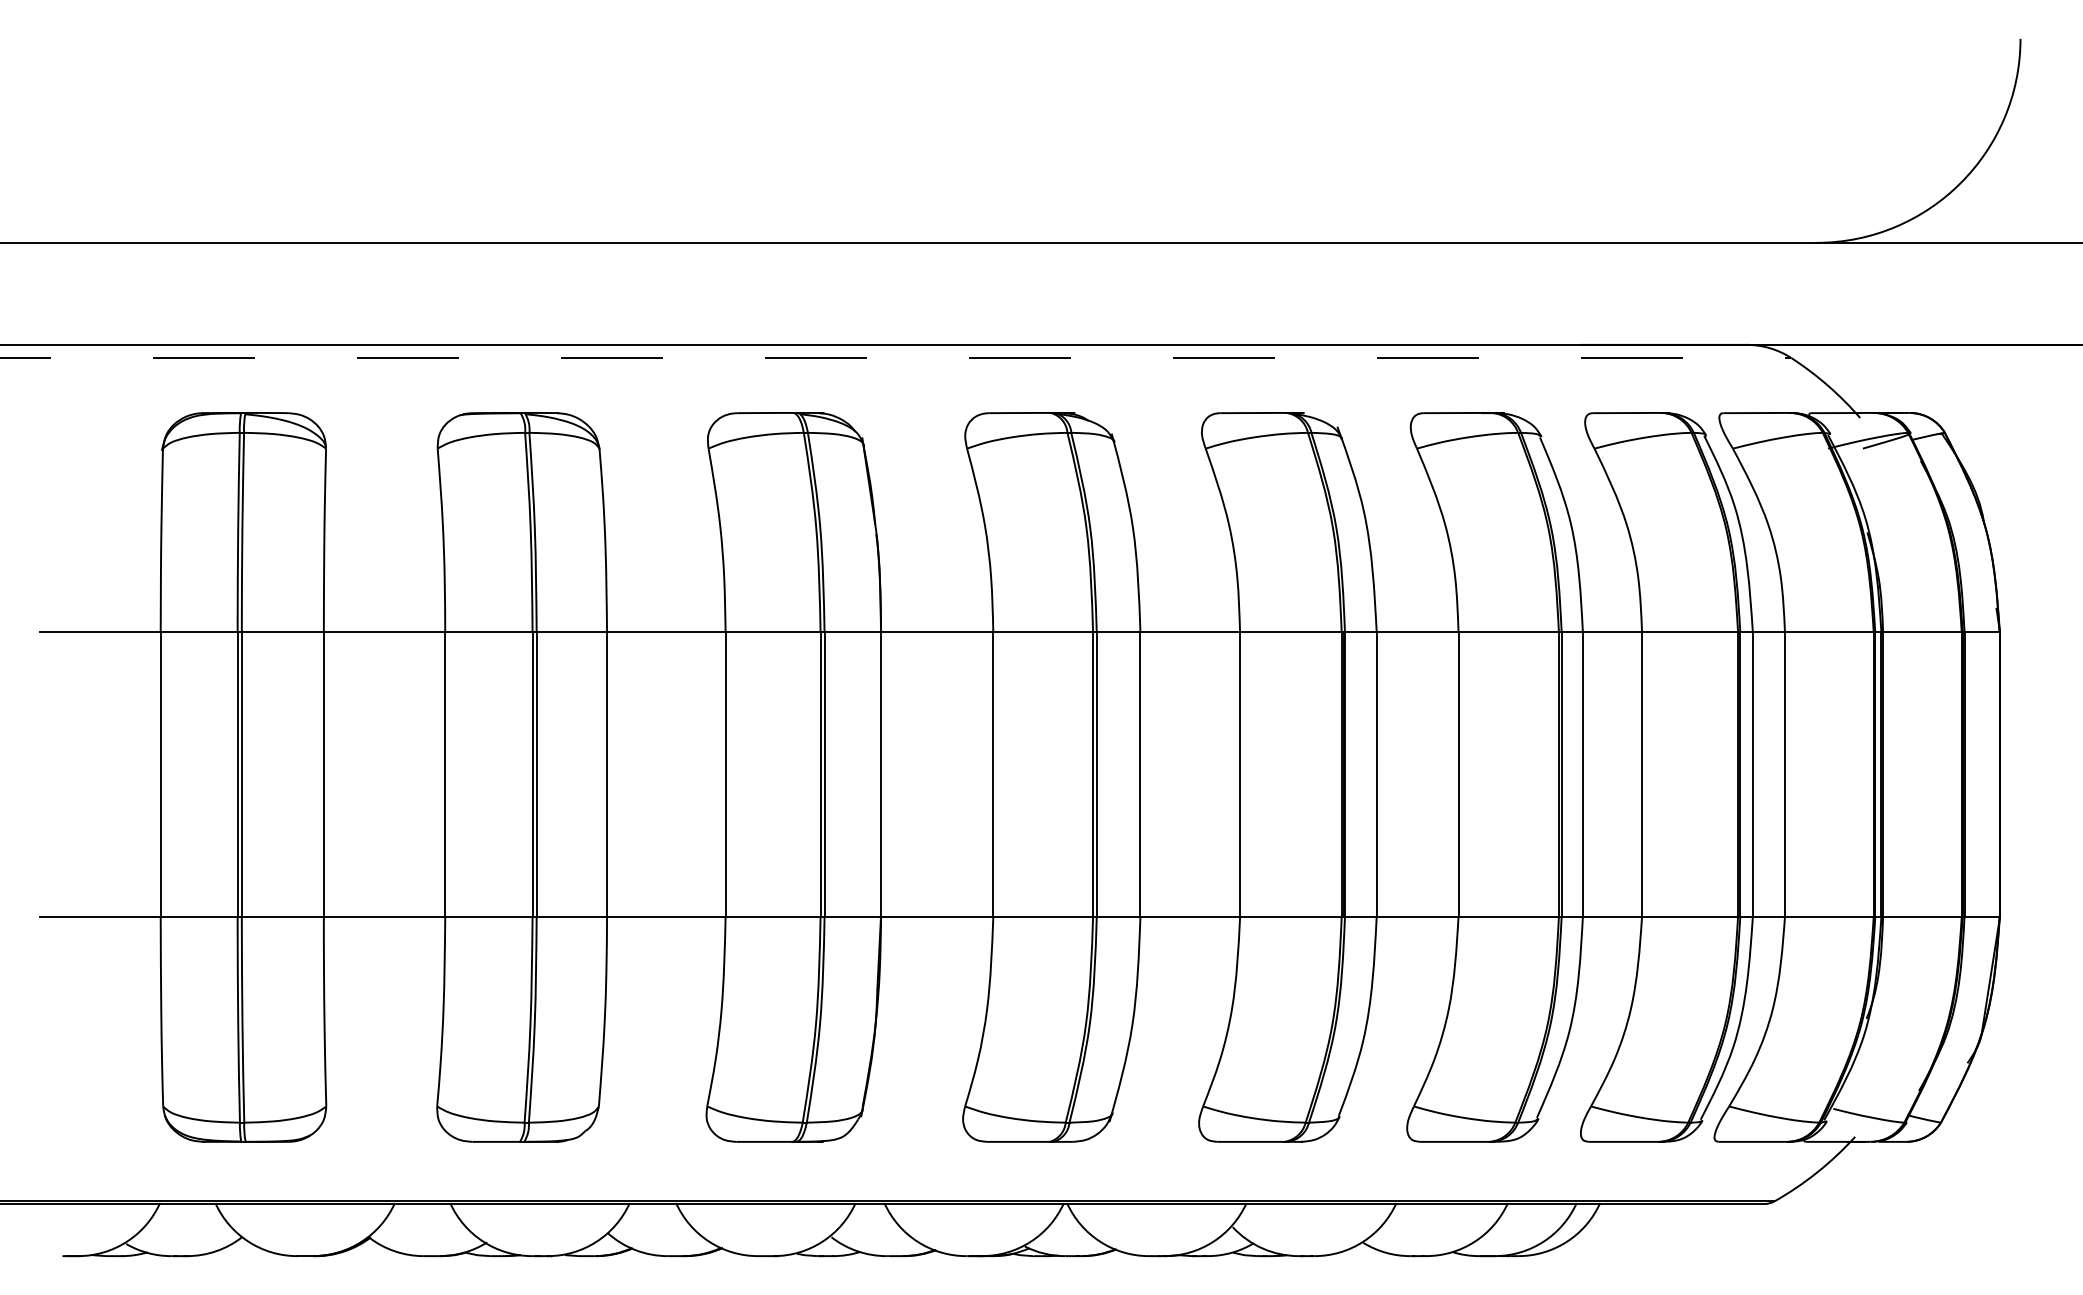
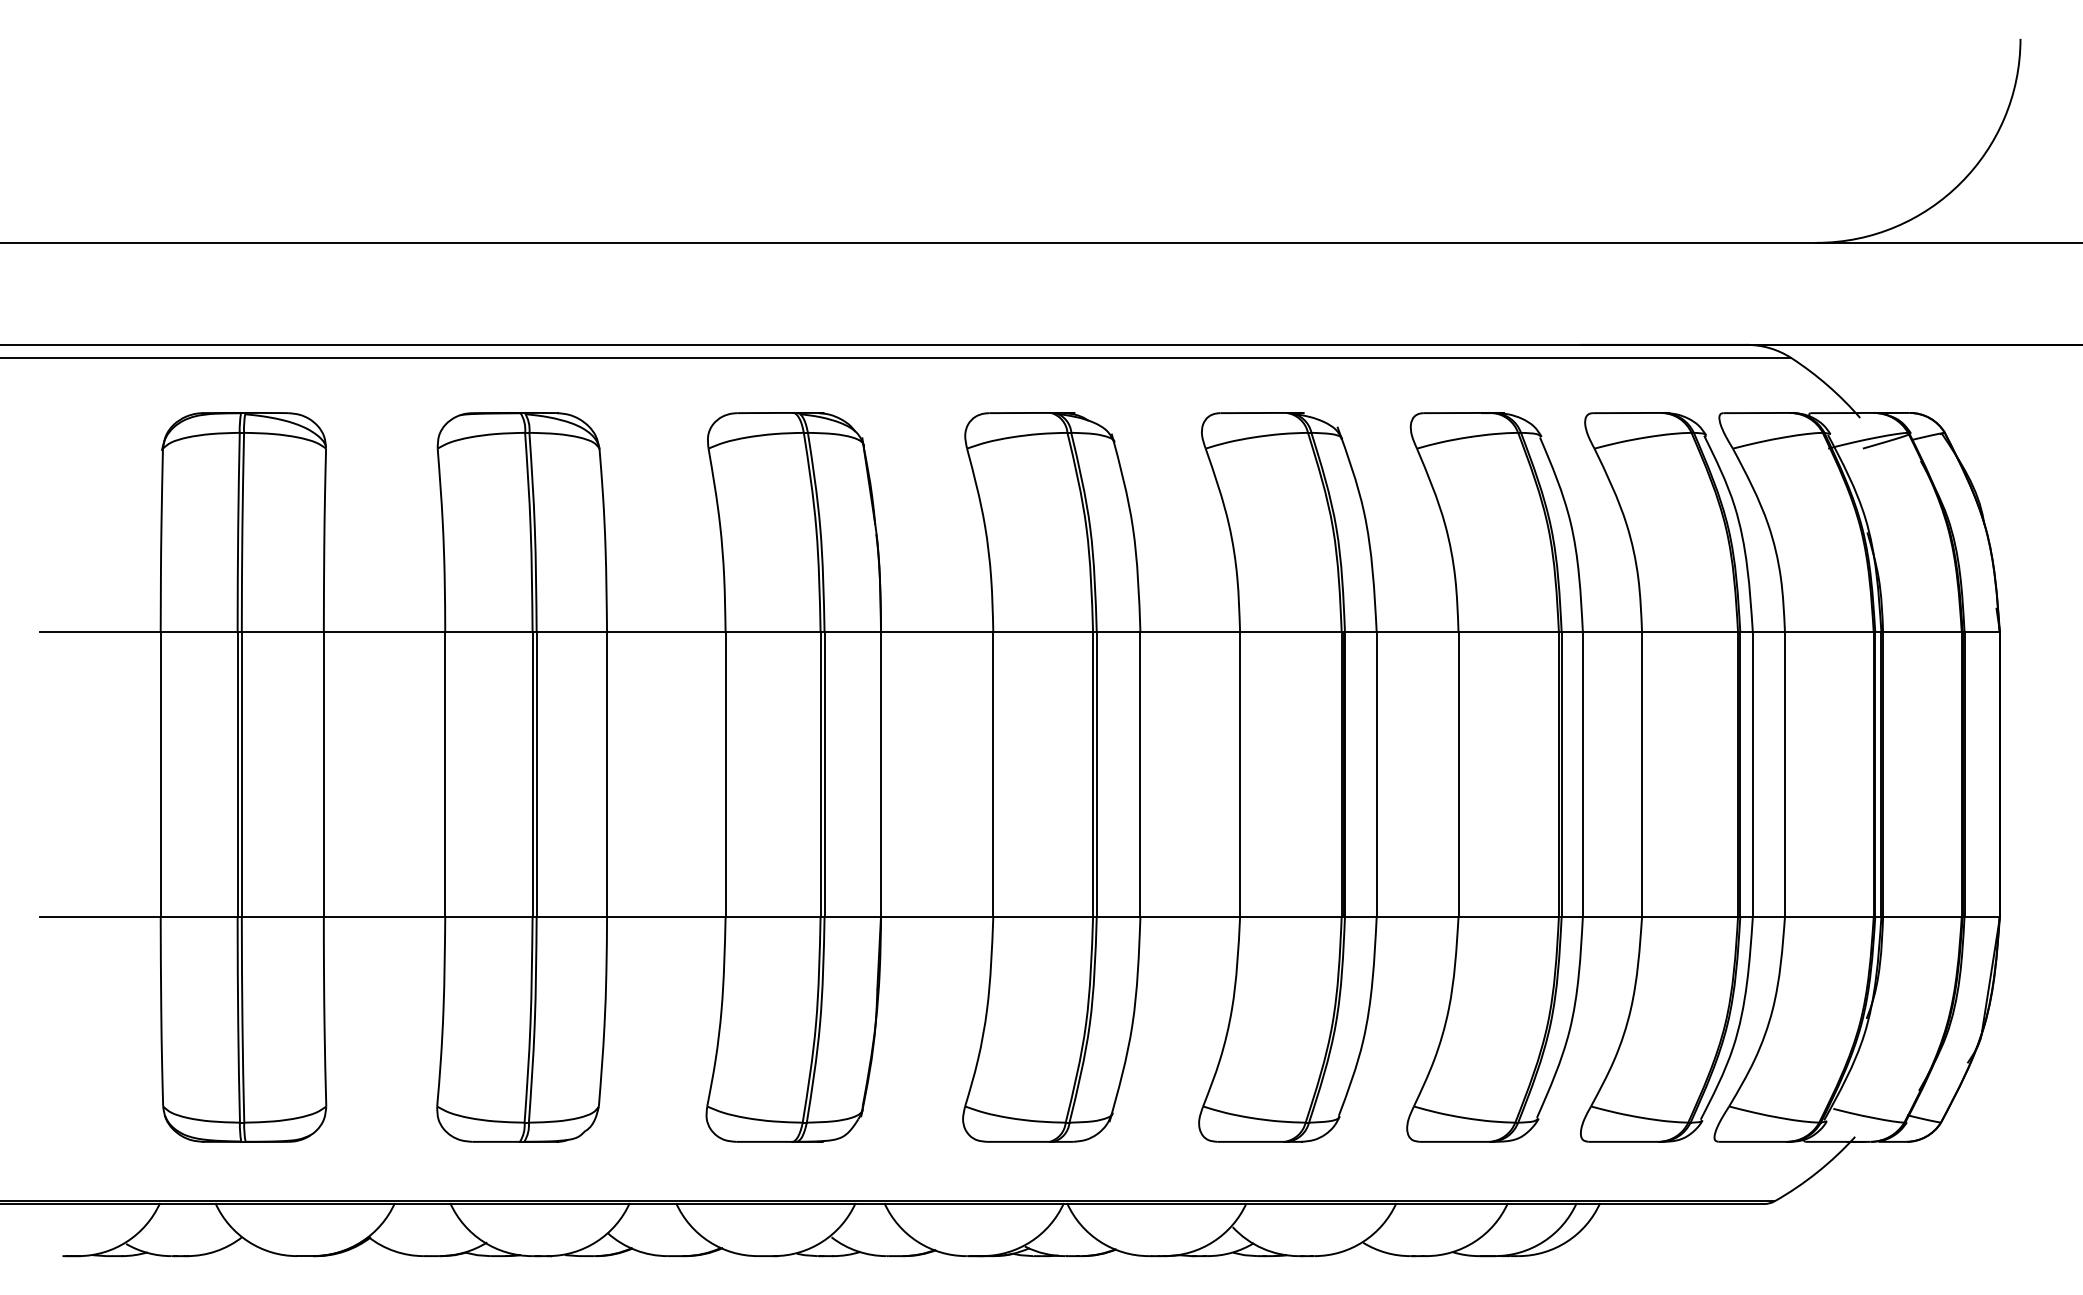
line at (896, 358): dashed -> solid
